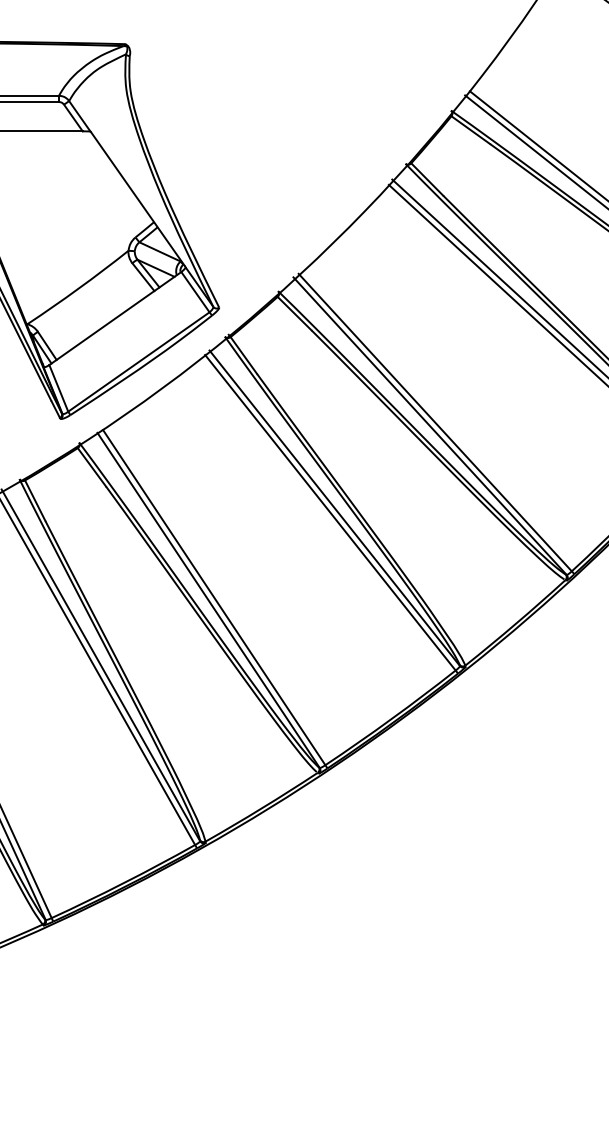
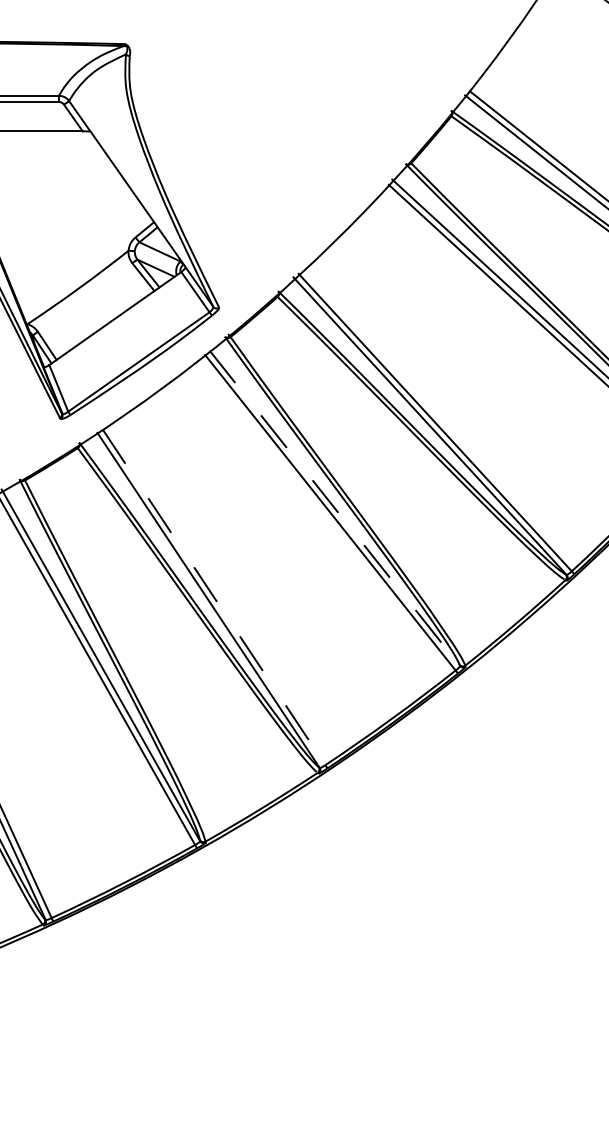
line at (335, 508): solid -> dashed
line at (214, 597): solid -> dashed
